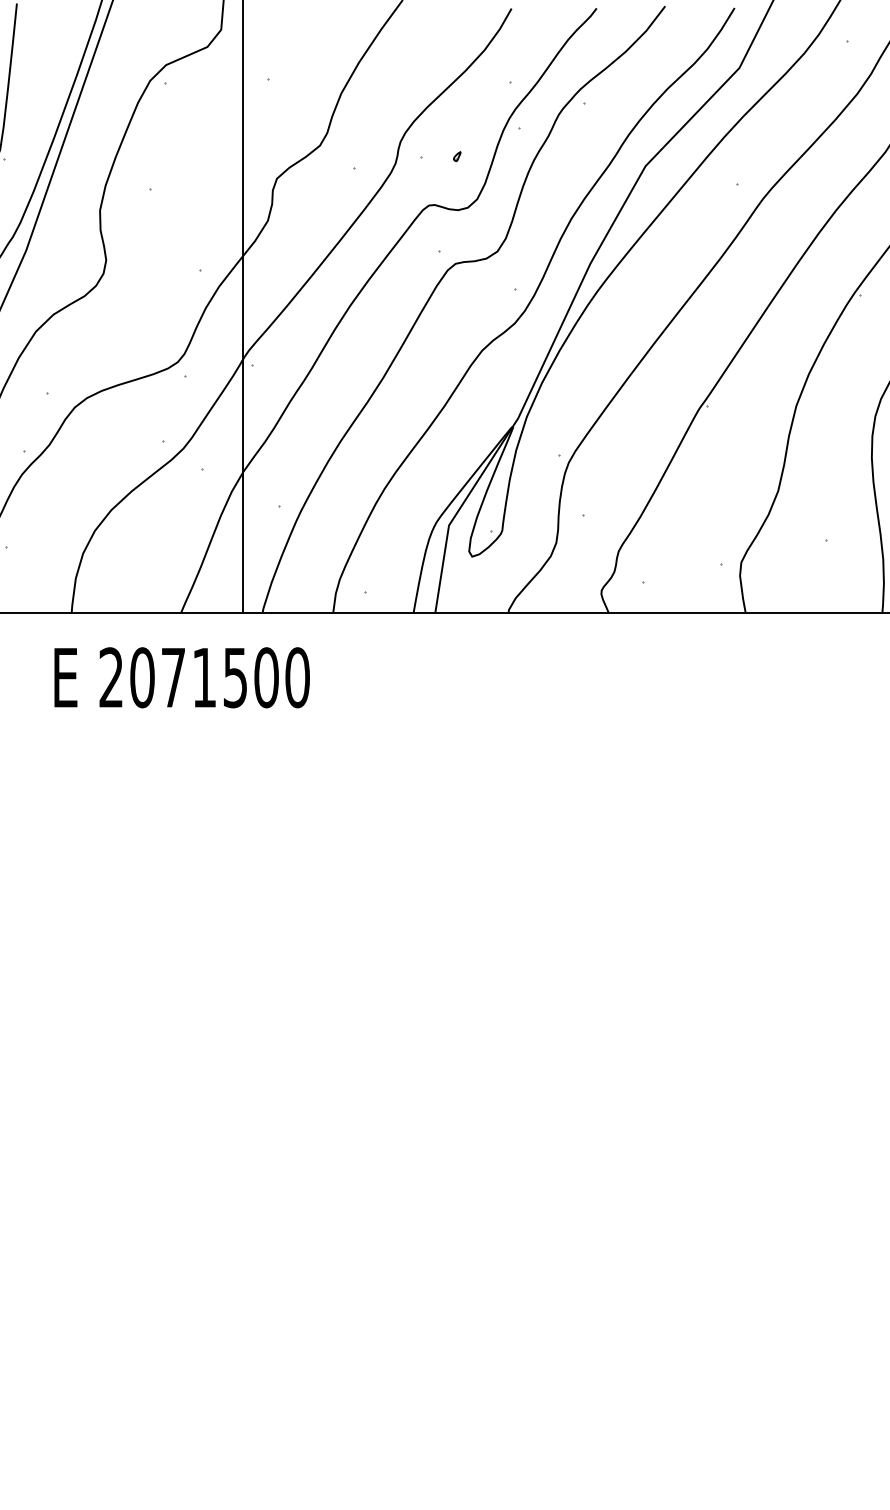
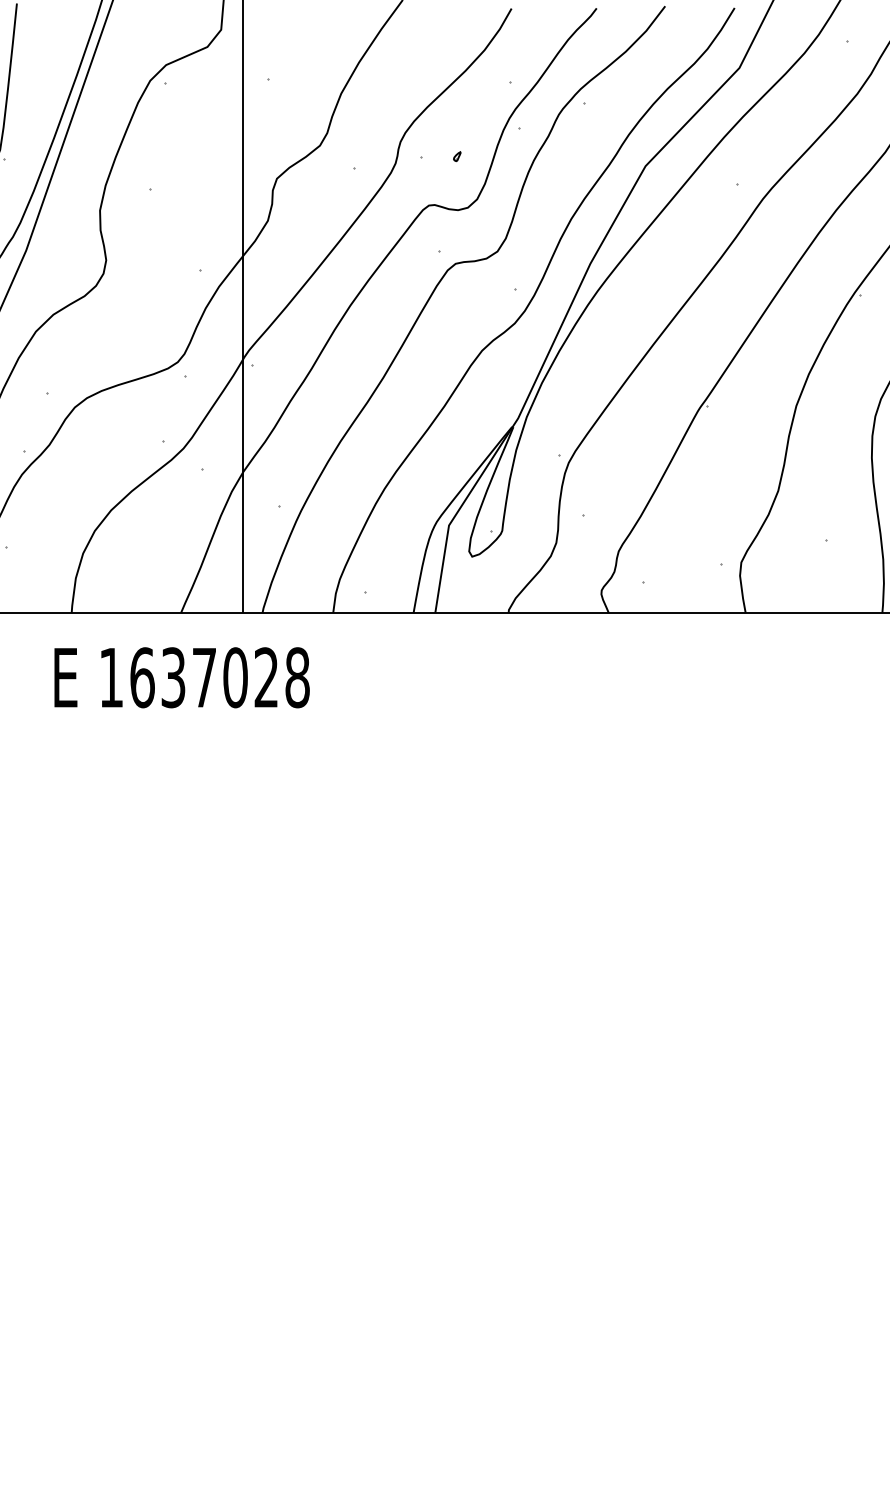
text at (204, 677): 2071500 -> 1637028
